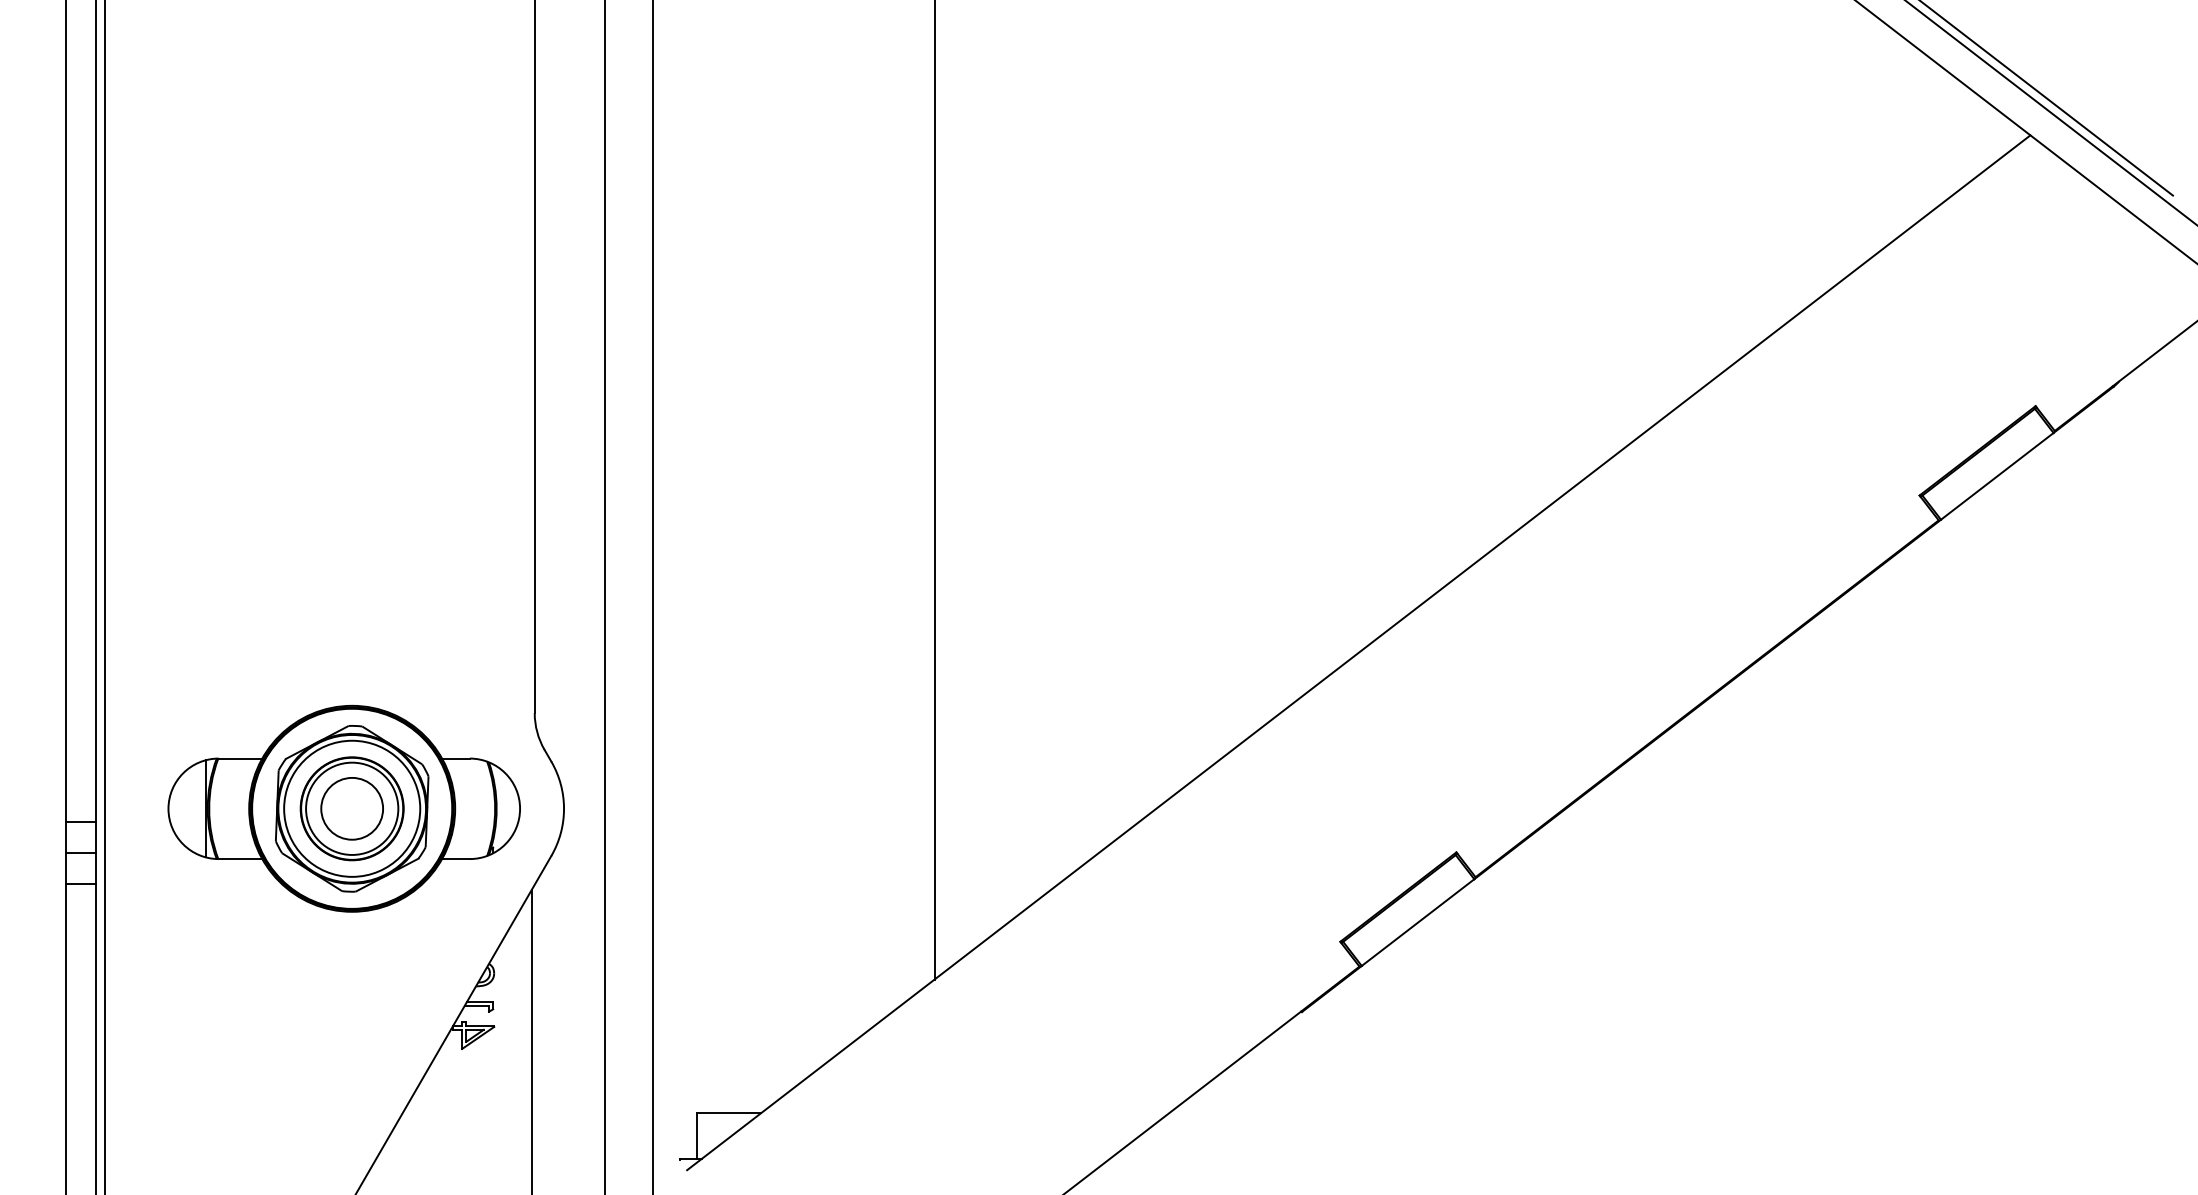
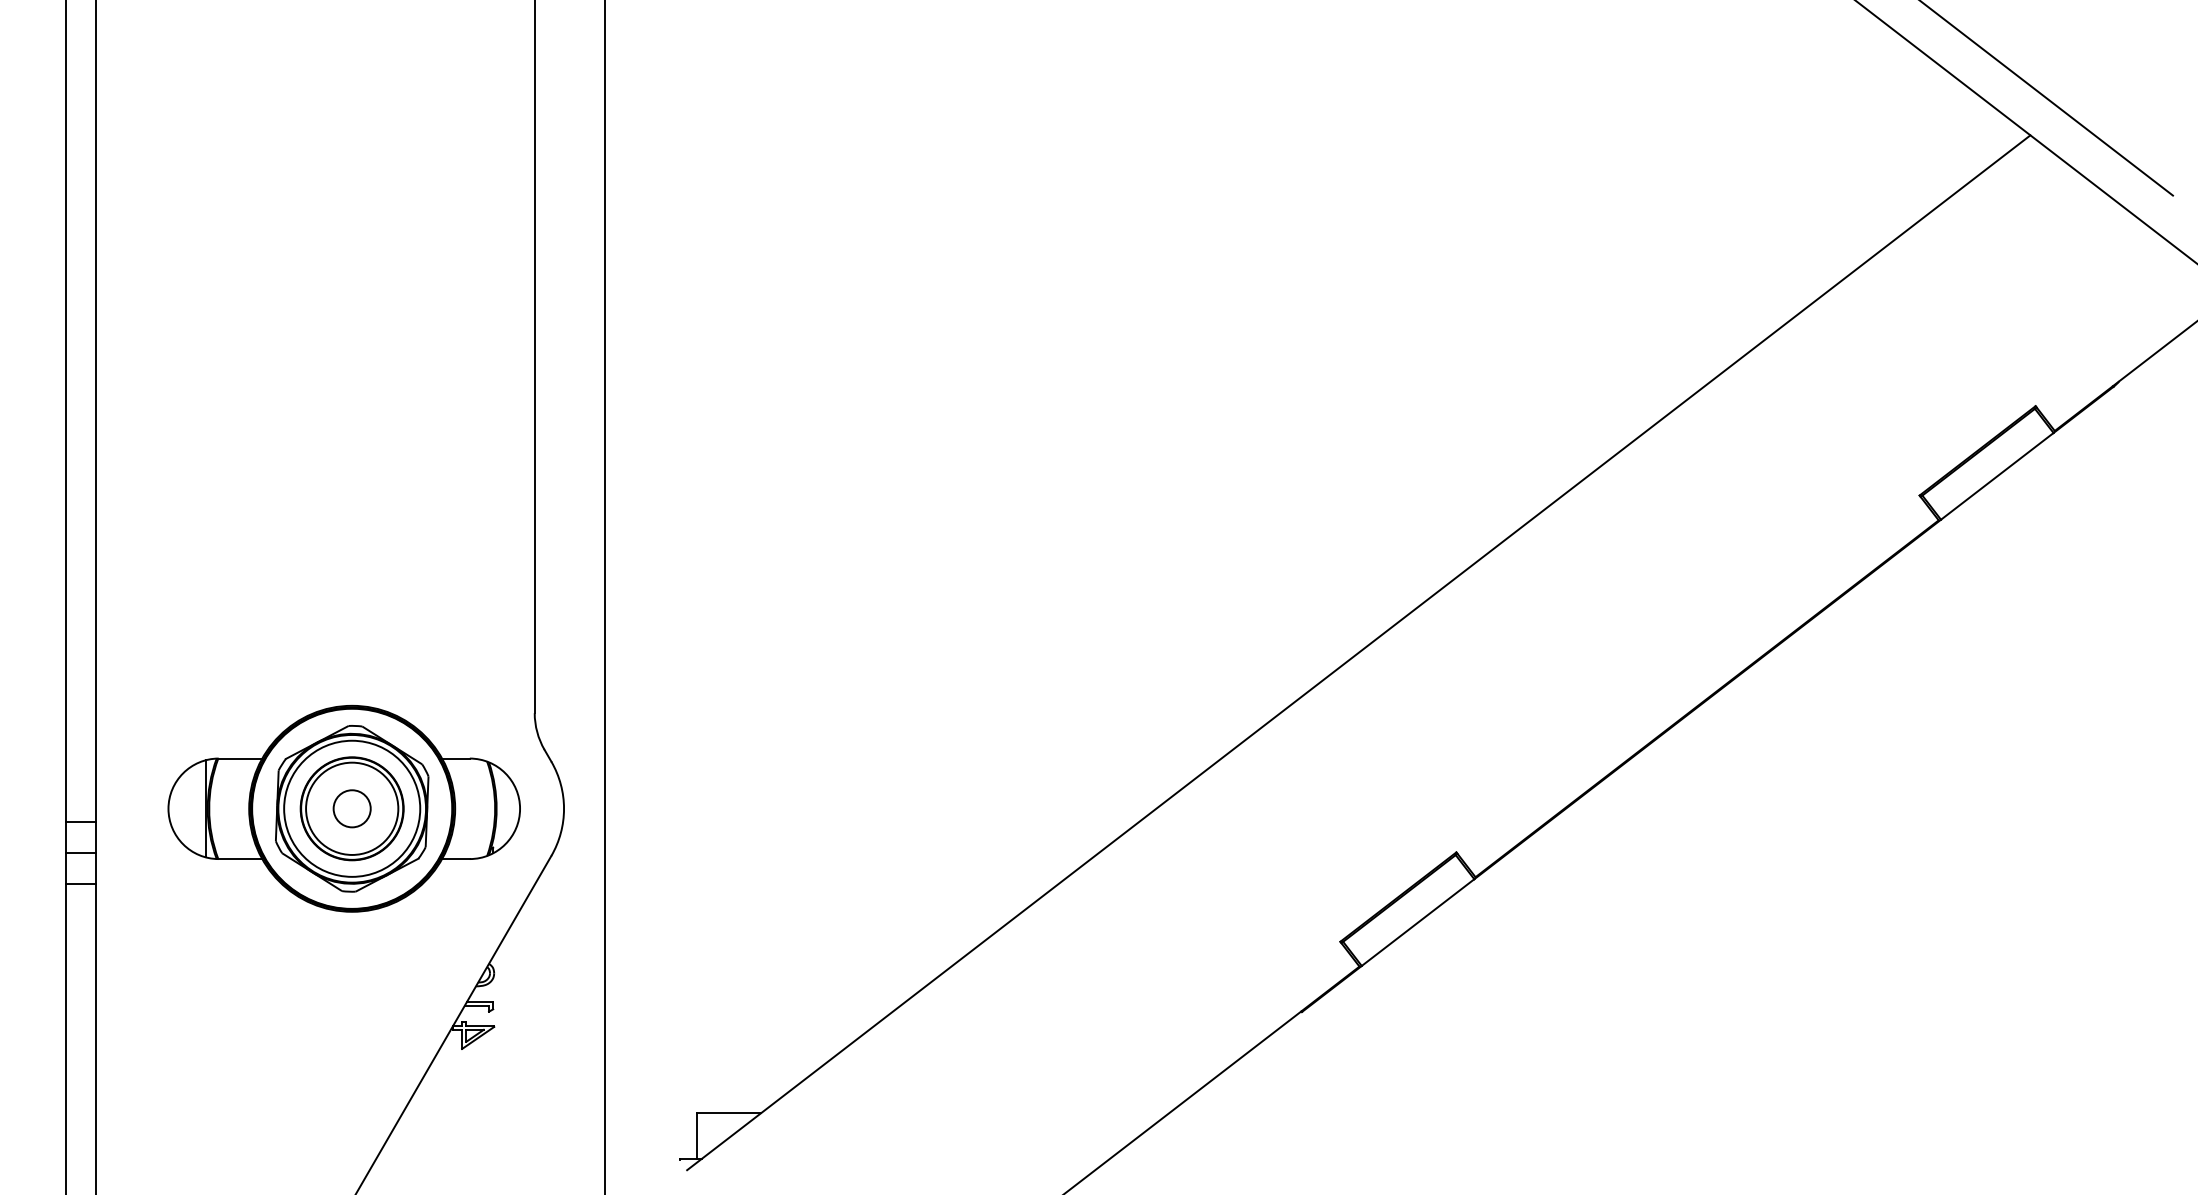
line at (2050, 112): present -> none
line at (934, 490): present -> none
line at (105, 596): present -> none
line at (652, 596): present -> none
circle at (352, 808) diameter: 62 px -> 37 px
line at (531, 1040): present -> none
